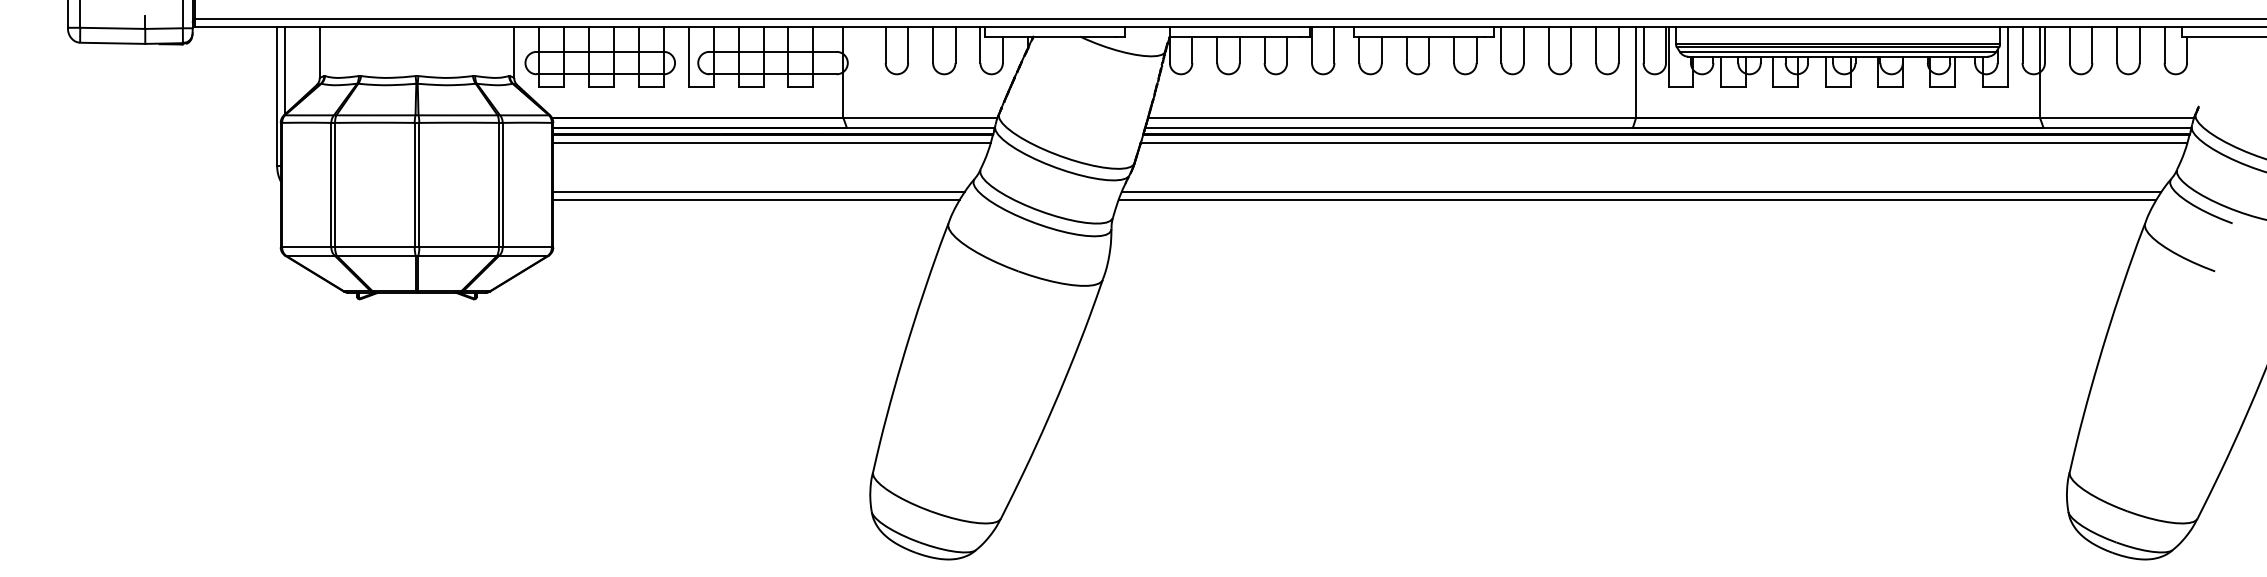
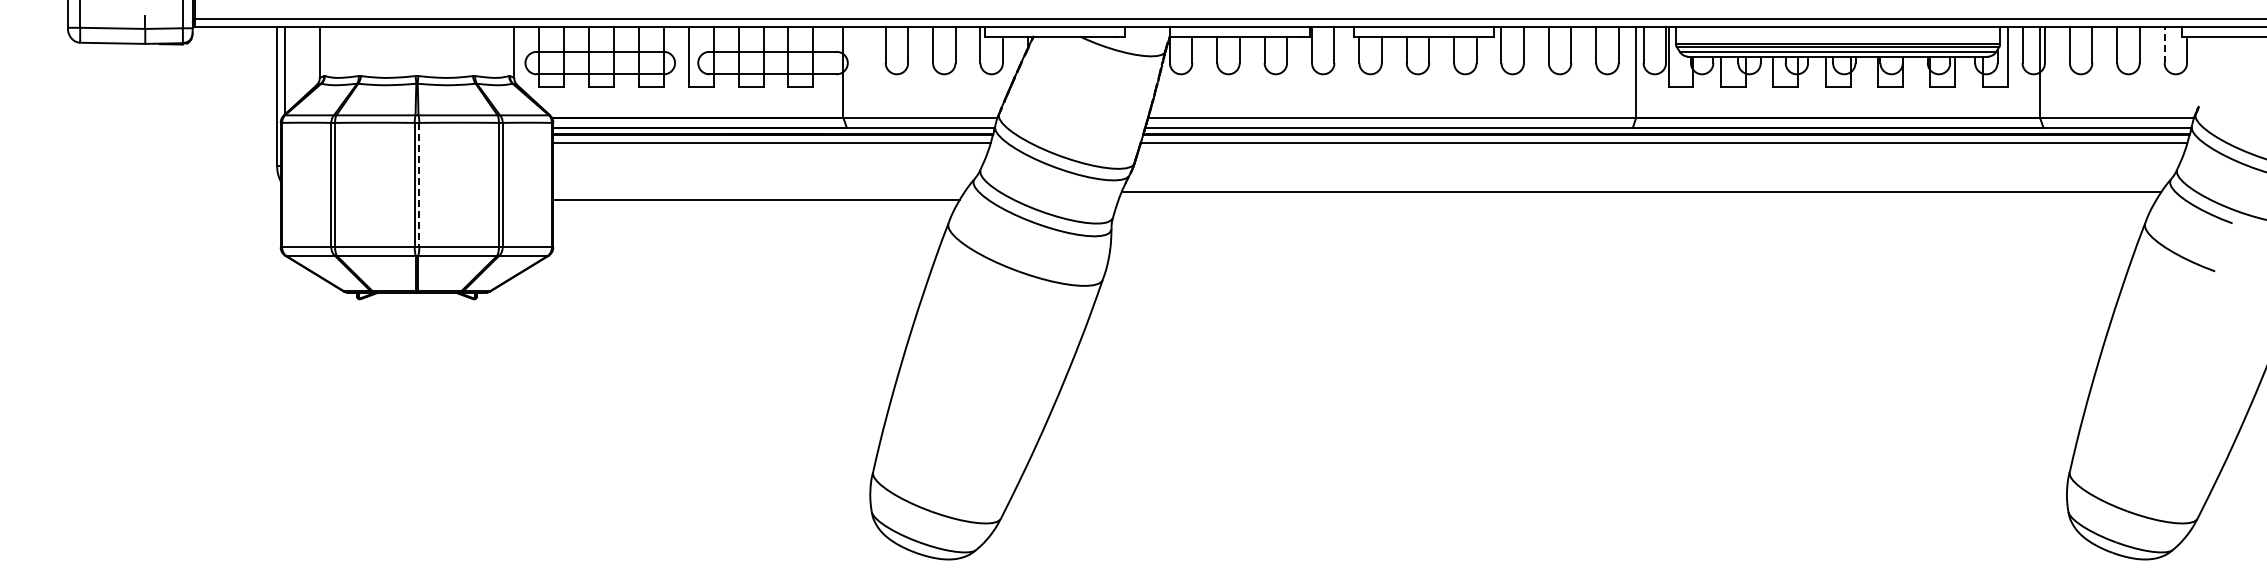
line at (2164, 45): solid -> dashed
line at (419, 185): solid -> dashed
line at (758, 192): present -> none
line at (1637, 200): present -> none
